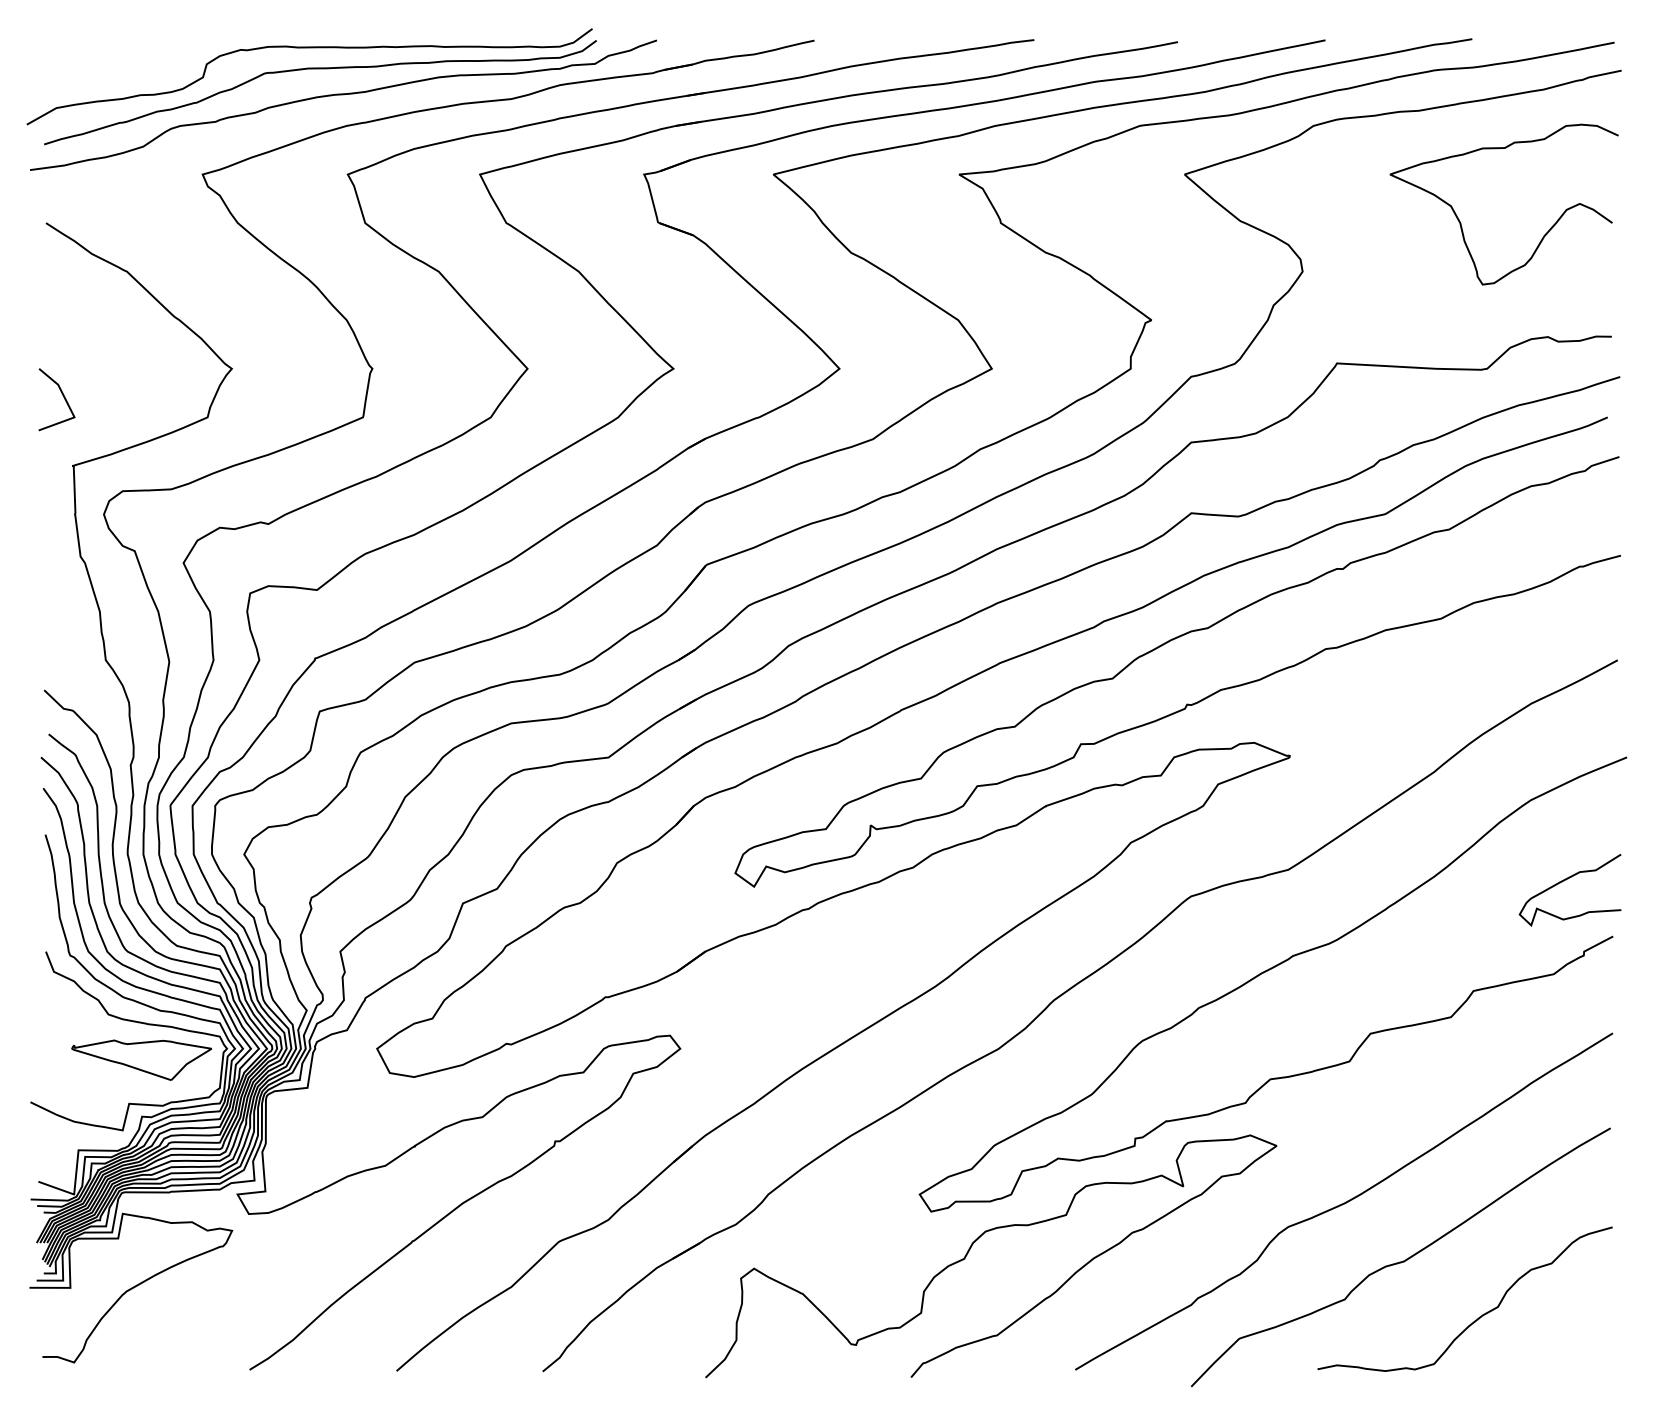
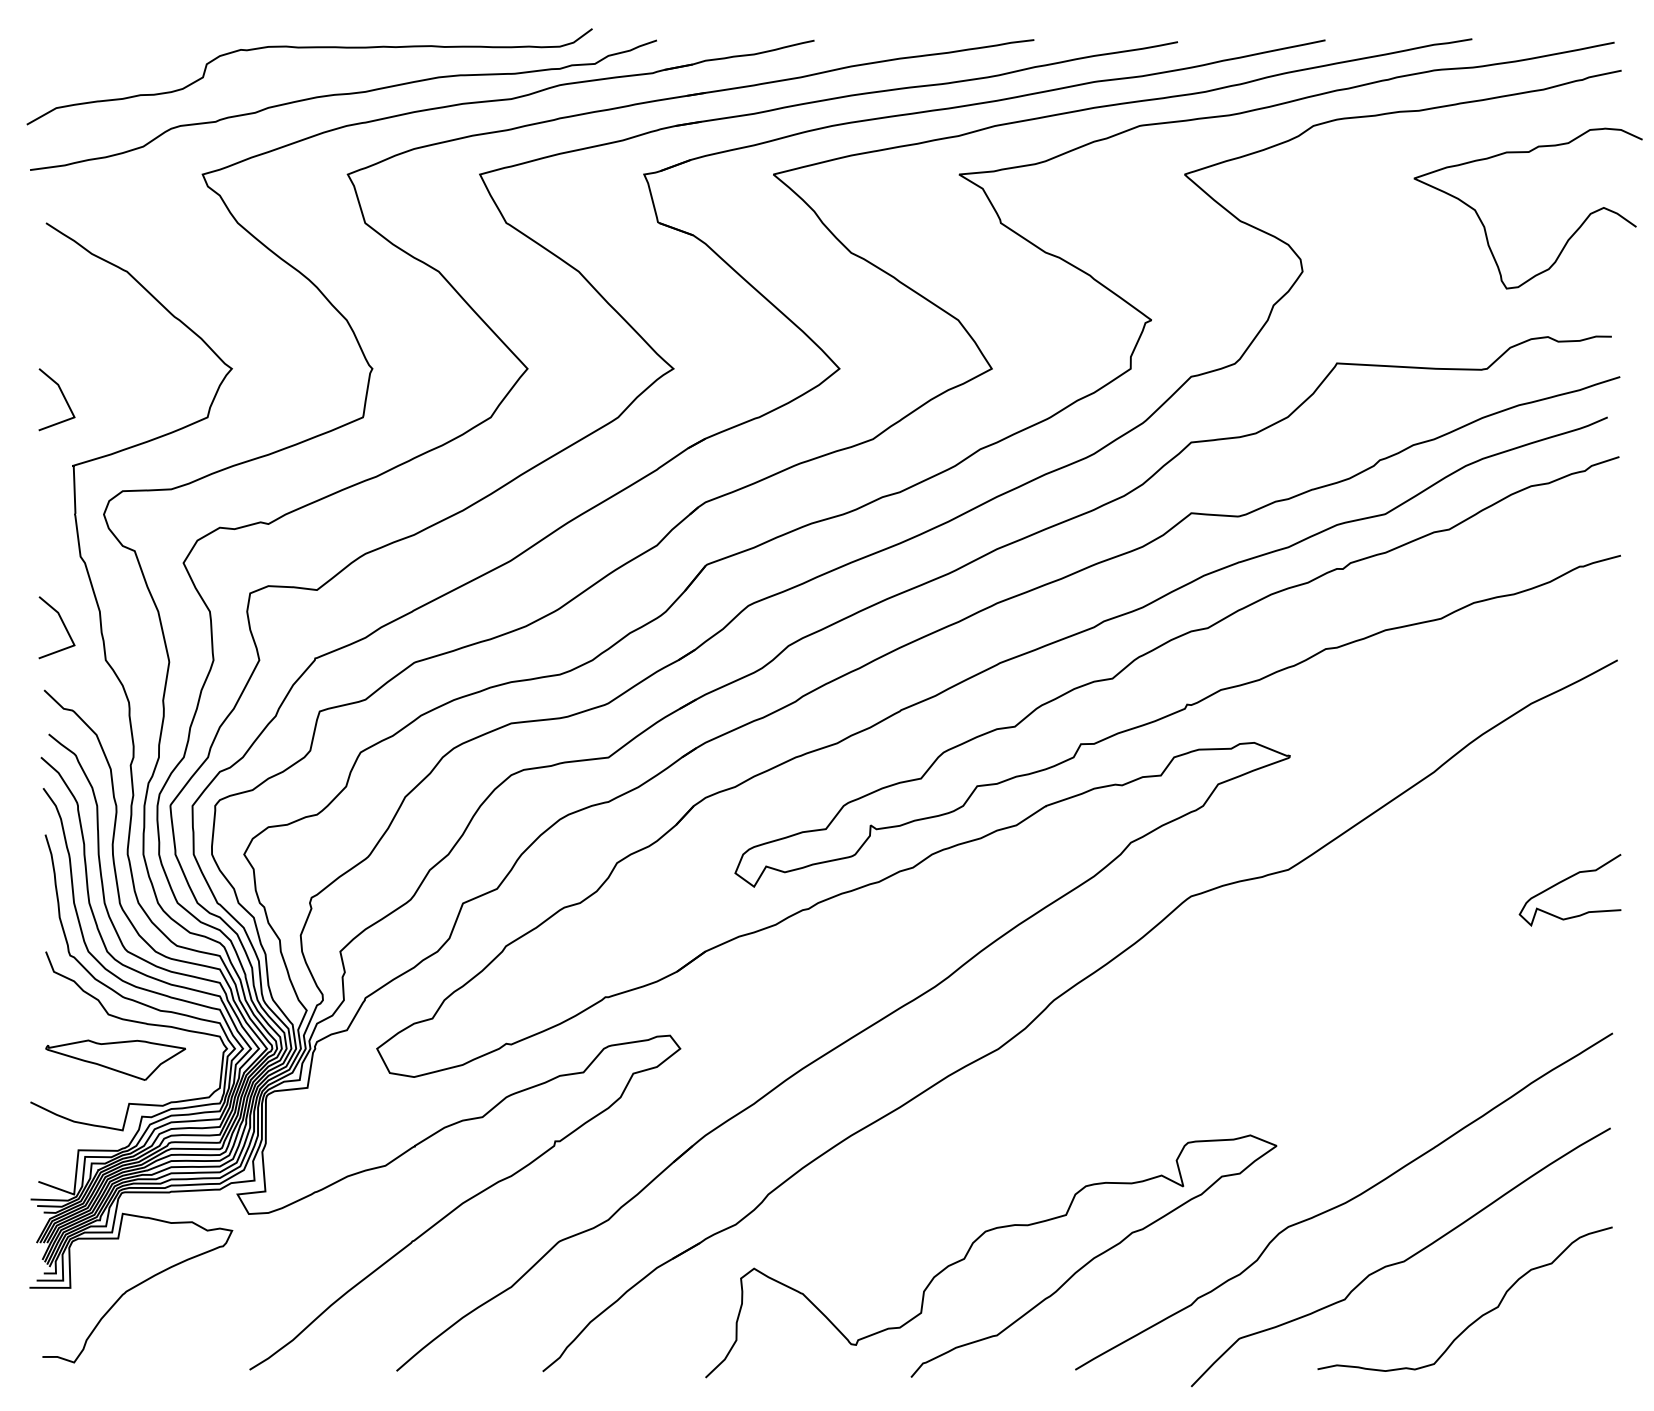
curve at (320, 69): present -> none
curve at (1461, 223) position: (1461, 223) -> (1485, 227)
curve at (62, 623): none -> present
curve at (1265, 972): present -> none
part at (141, 1059) position: (141, 1059) -> (115, 1059)
